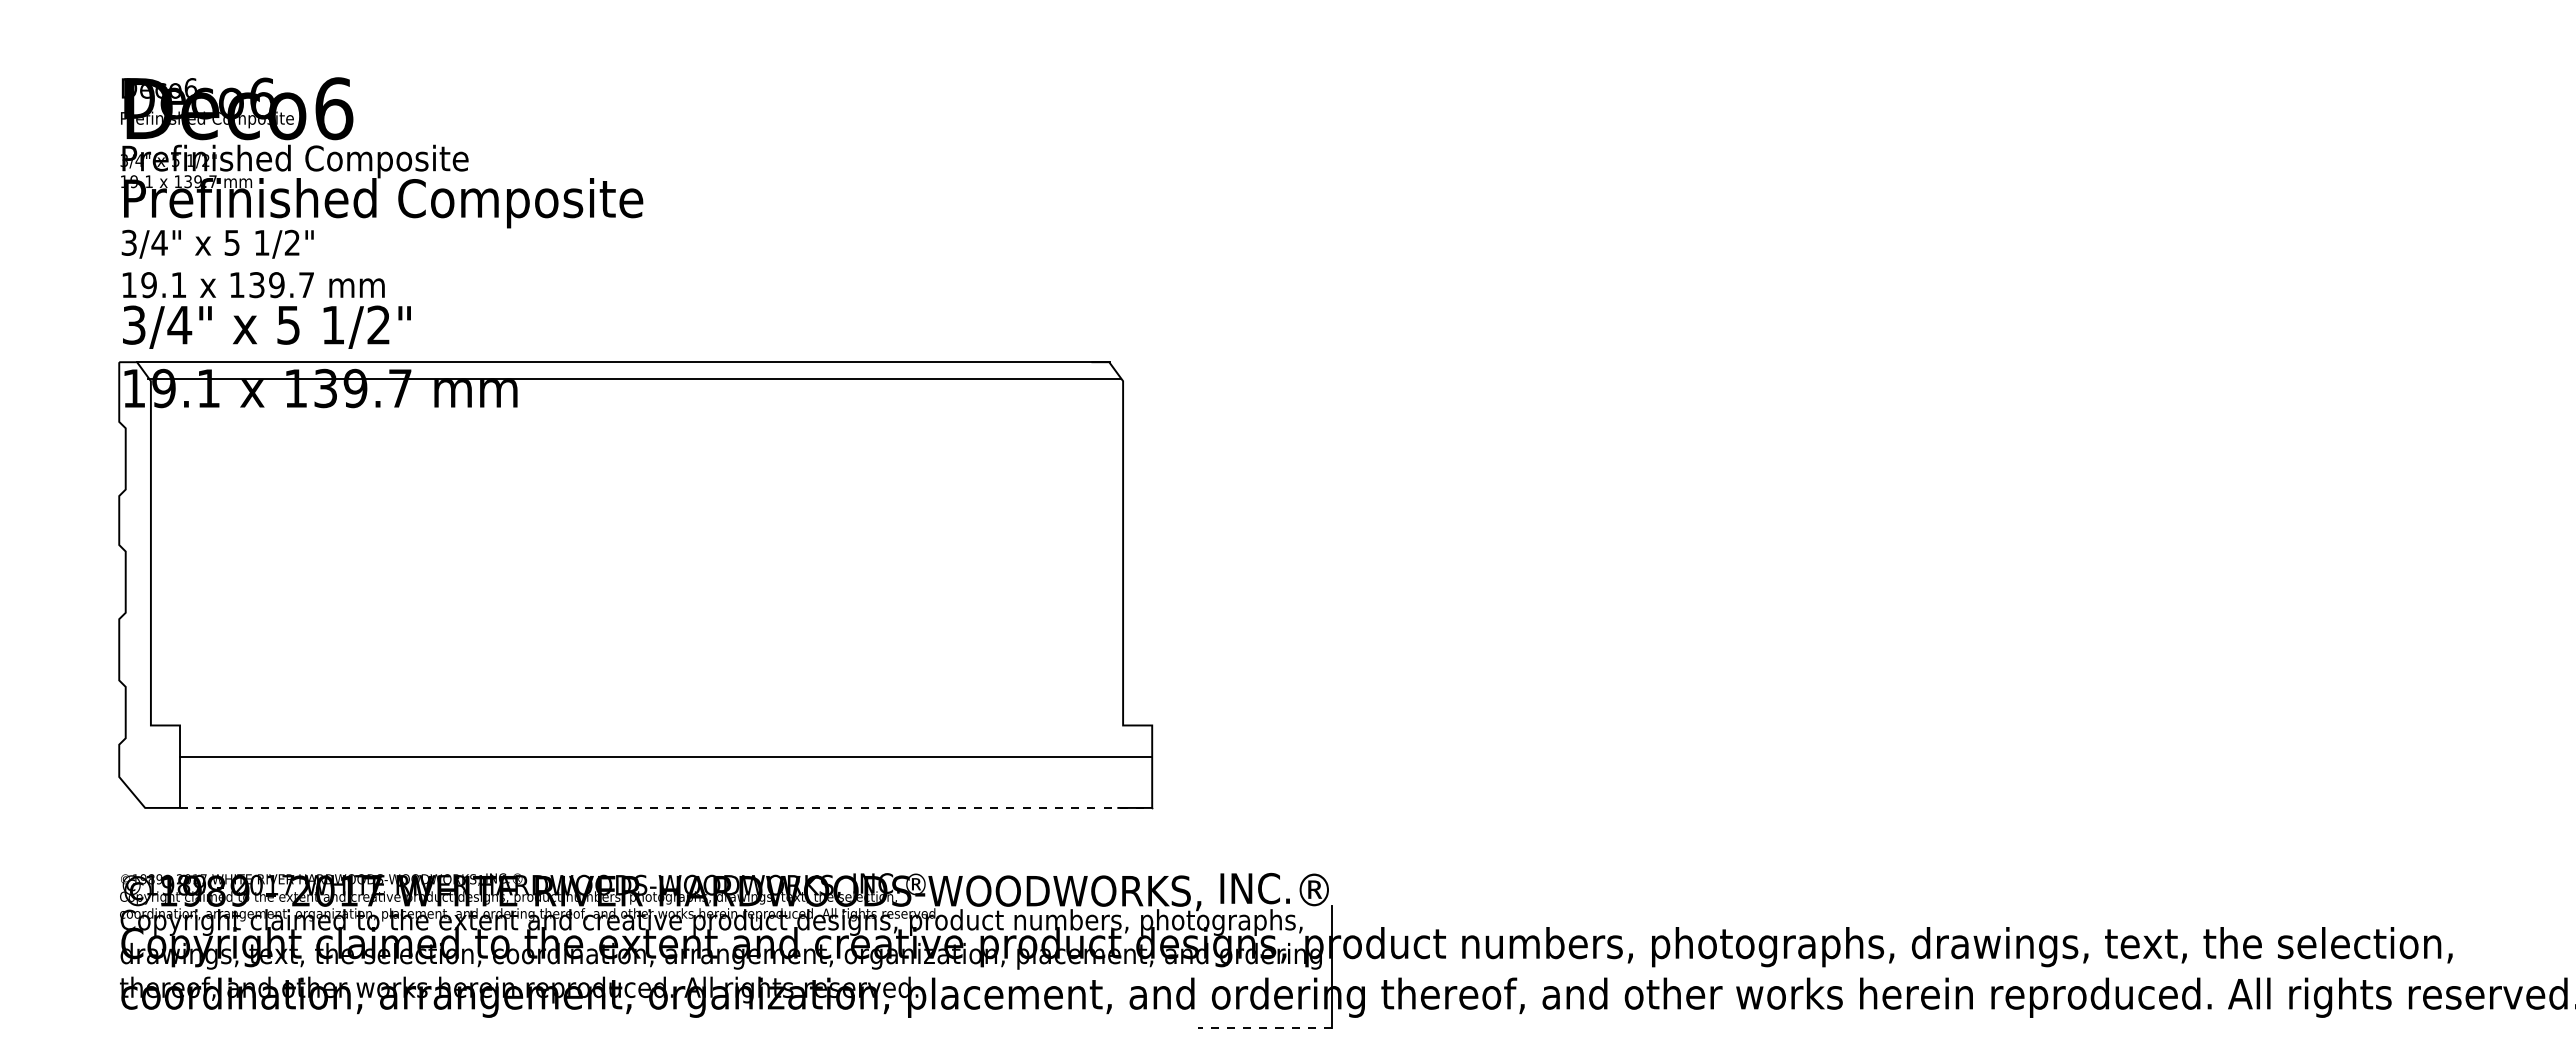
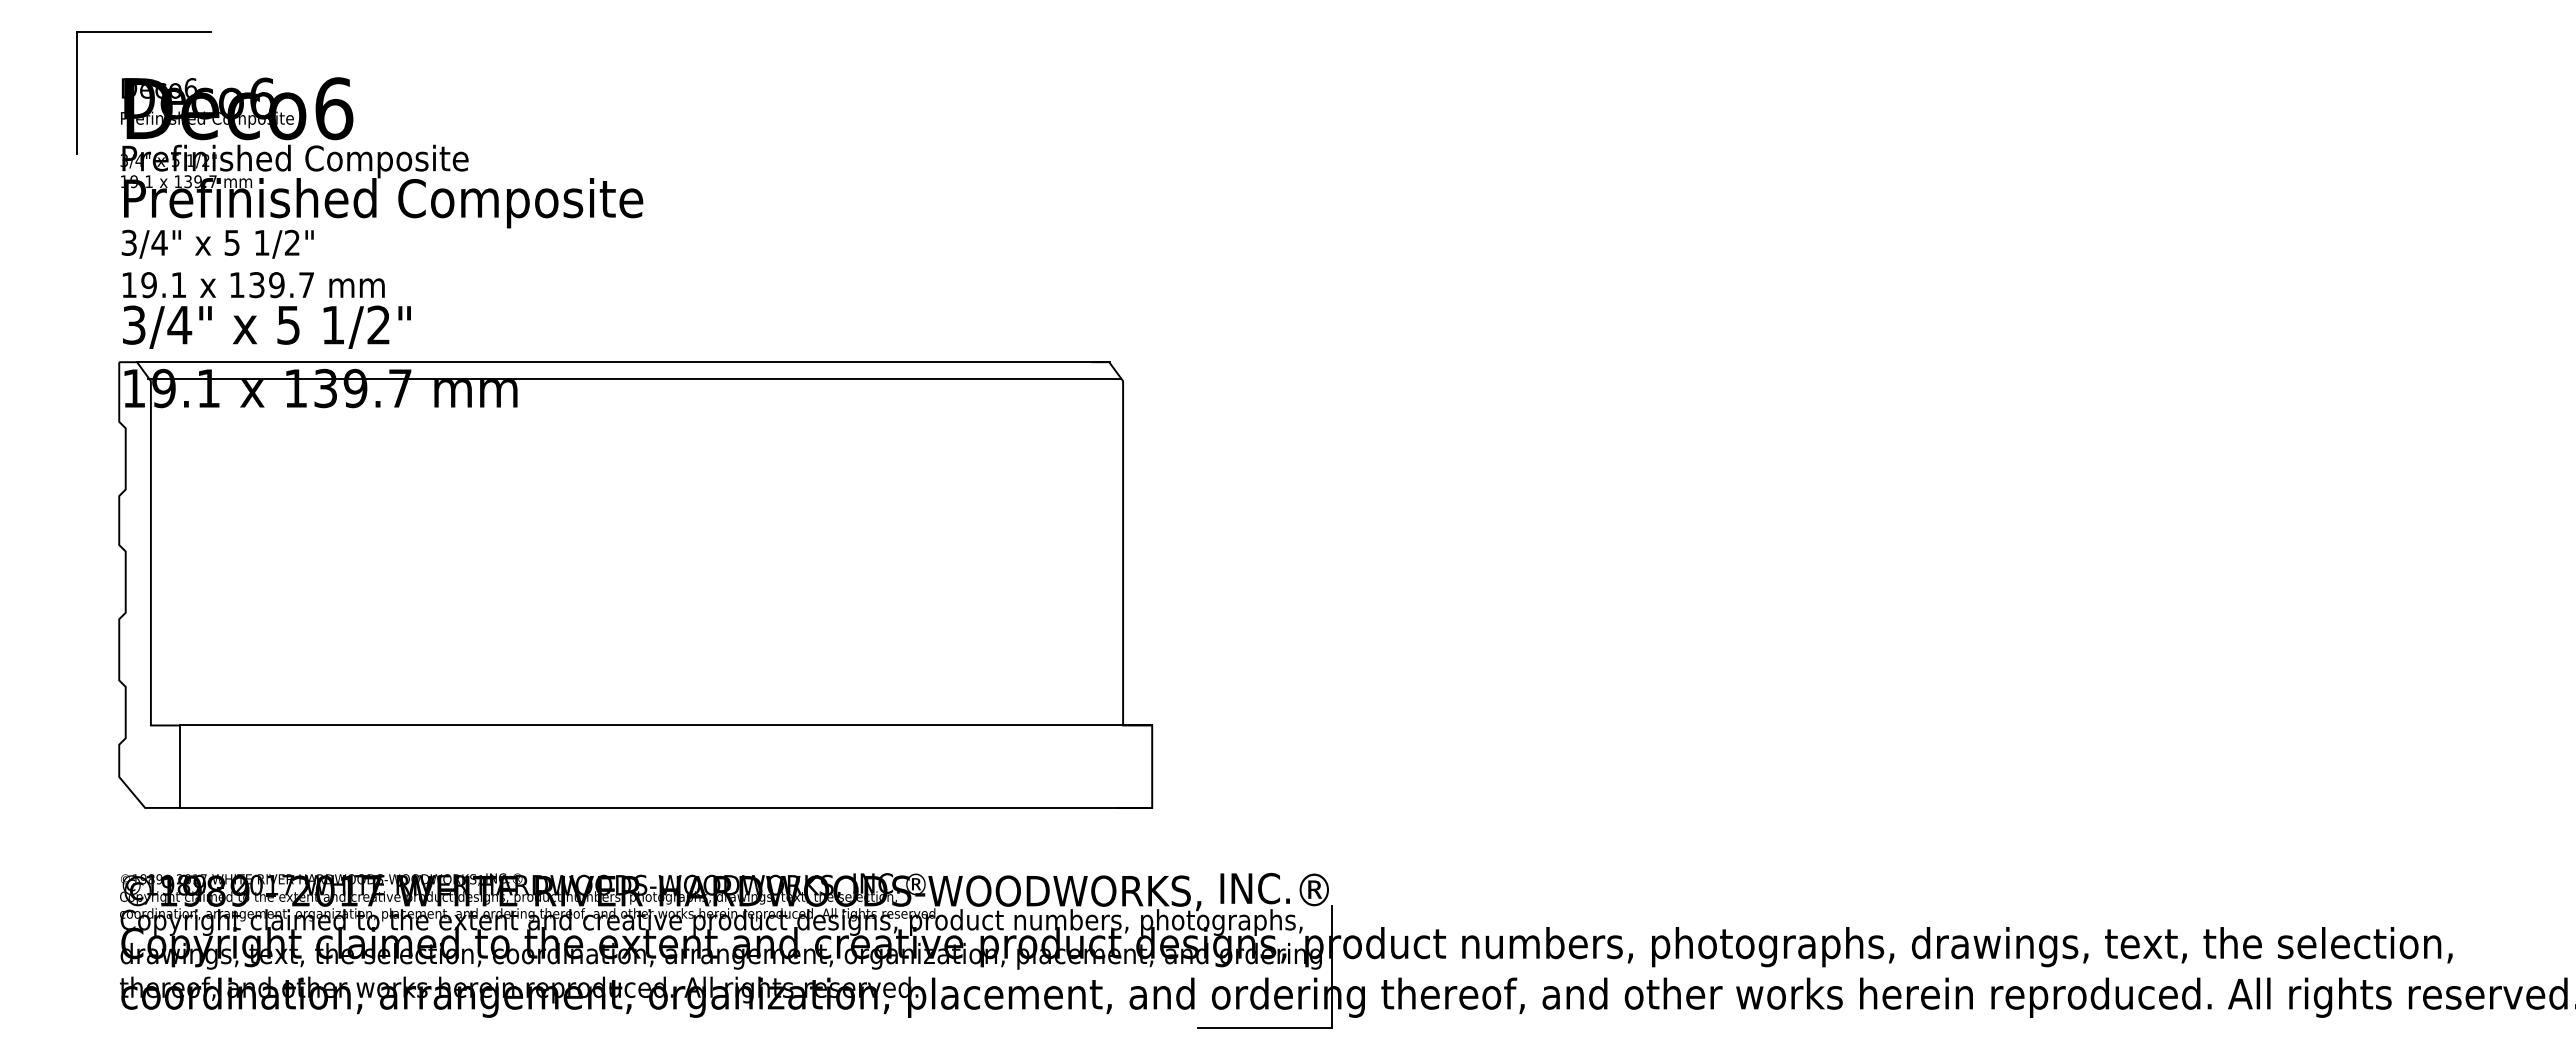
part at (143, 32): none -> present
line at (666, 757) position: (666, 757) -> (666, 725)
line at (666, 807): dashed -> solid
line at (1265, 1028): dashed -> solid
